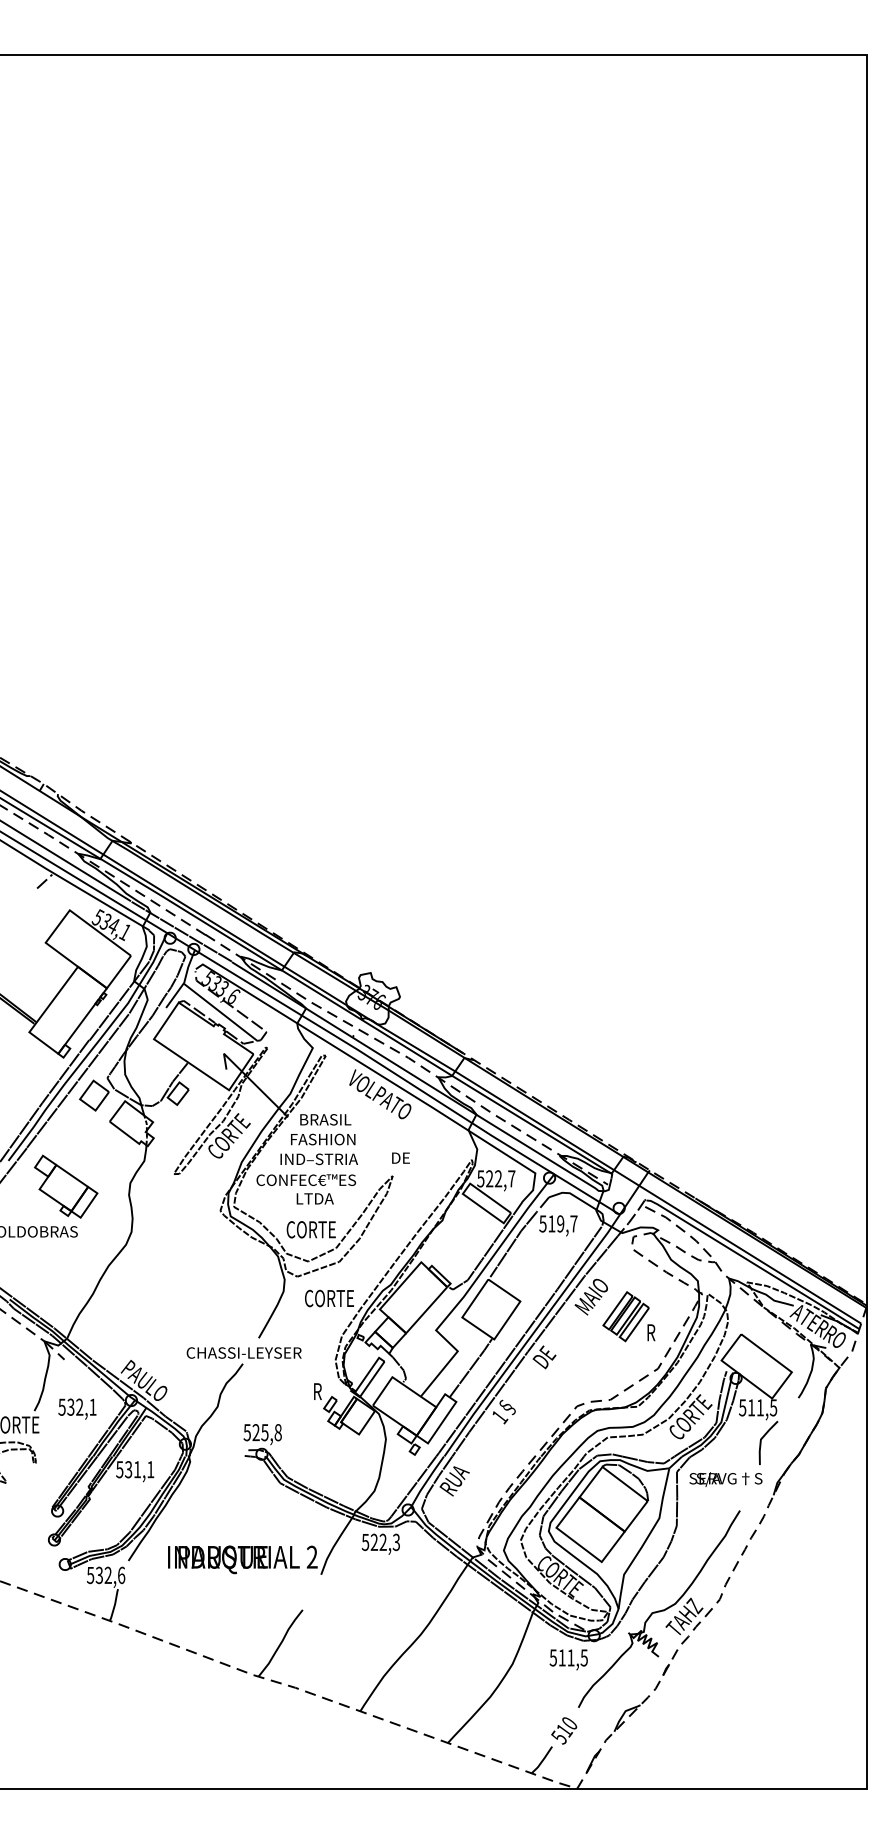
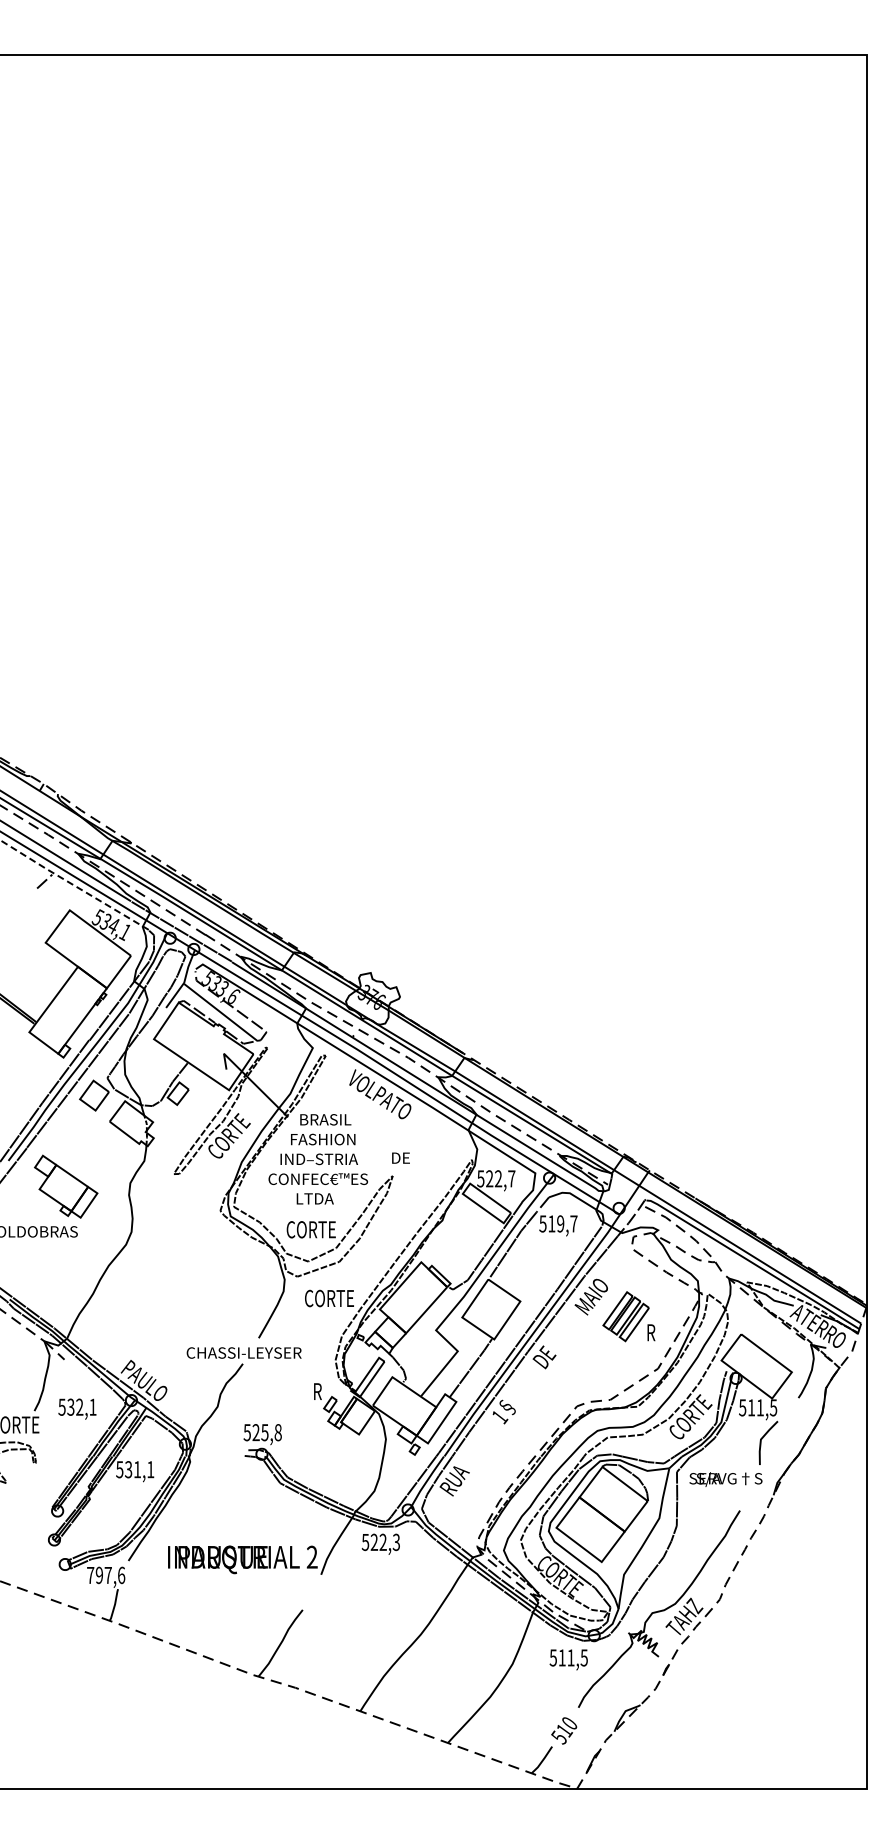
line at (74, 885): solid -> dashed
text at (305, 1179) position: (305, 1179) -> (317, 1178)
text at (99, 1575): 532,6 -> 797,6
